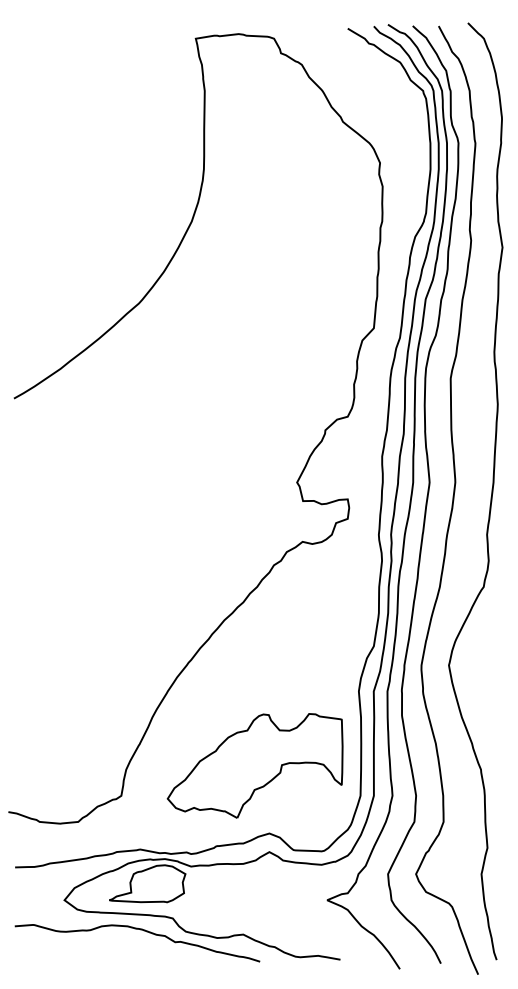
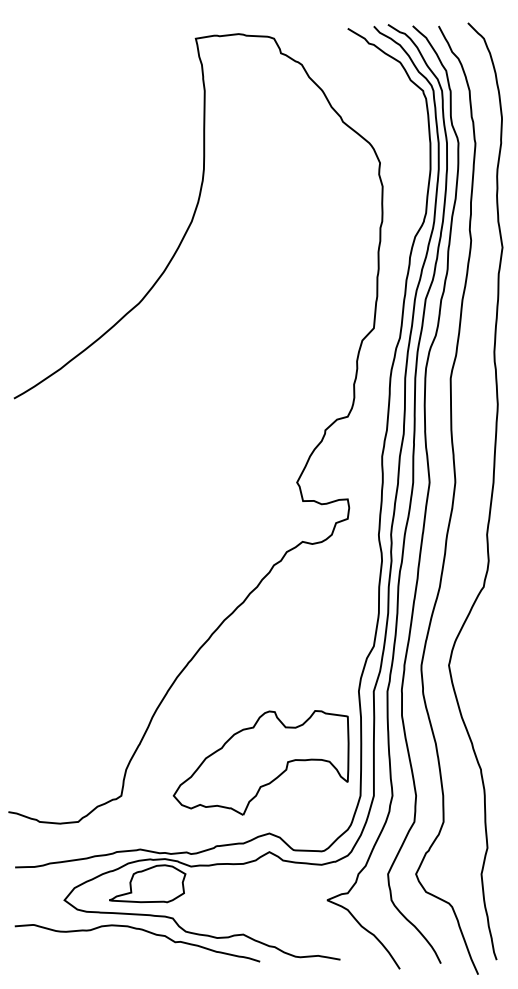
part at (254, 765) position: (254, 765) -> (260, 762)
